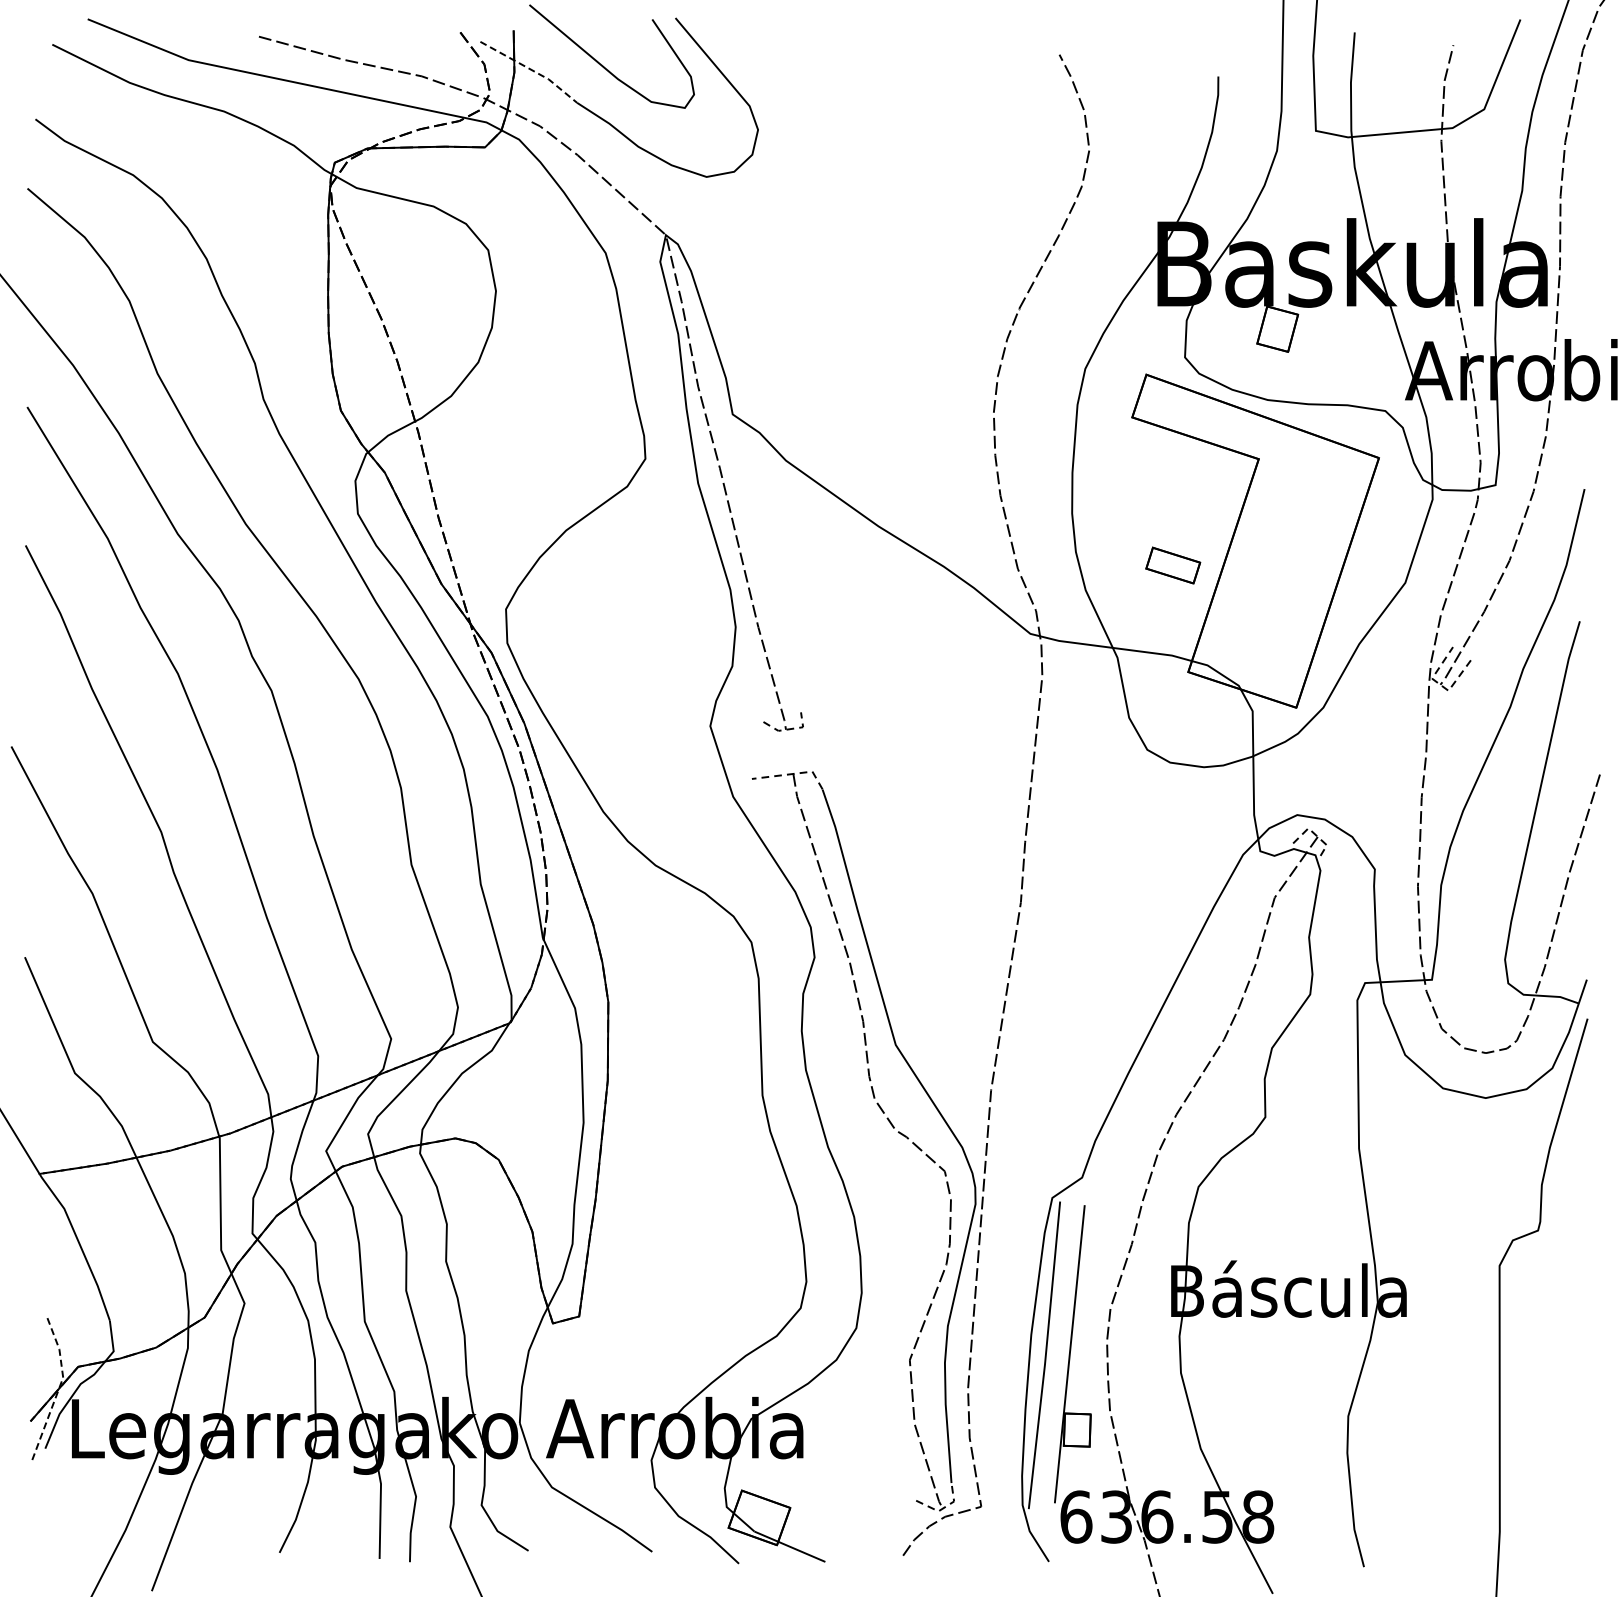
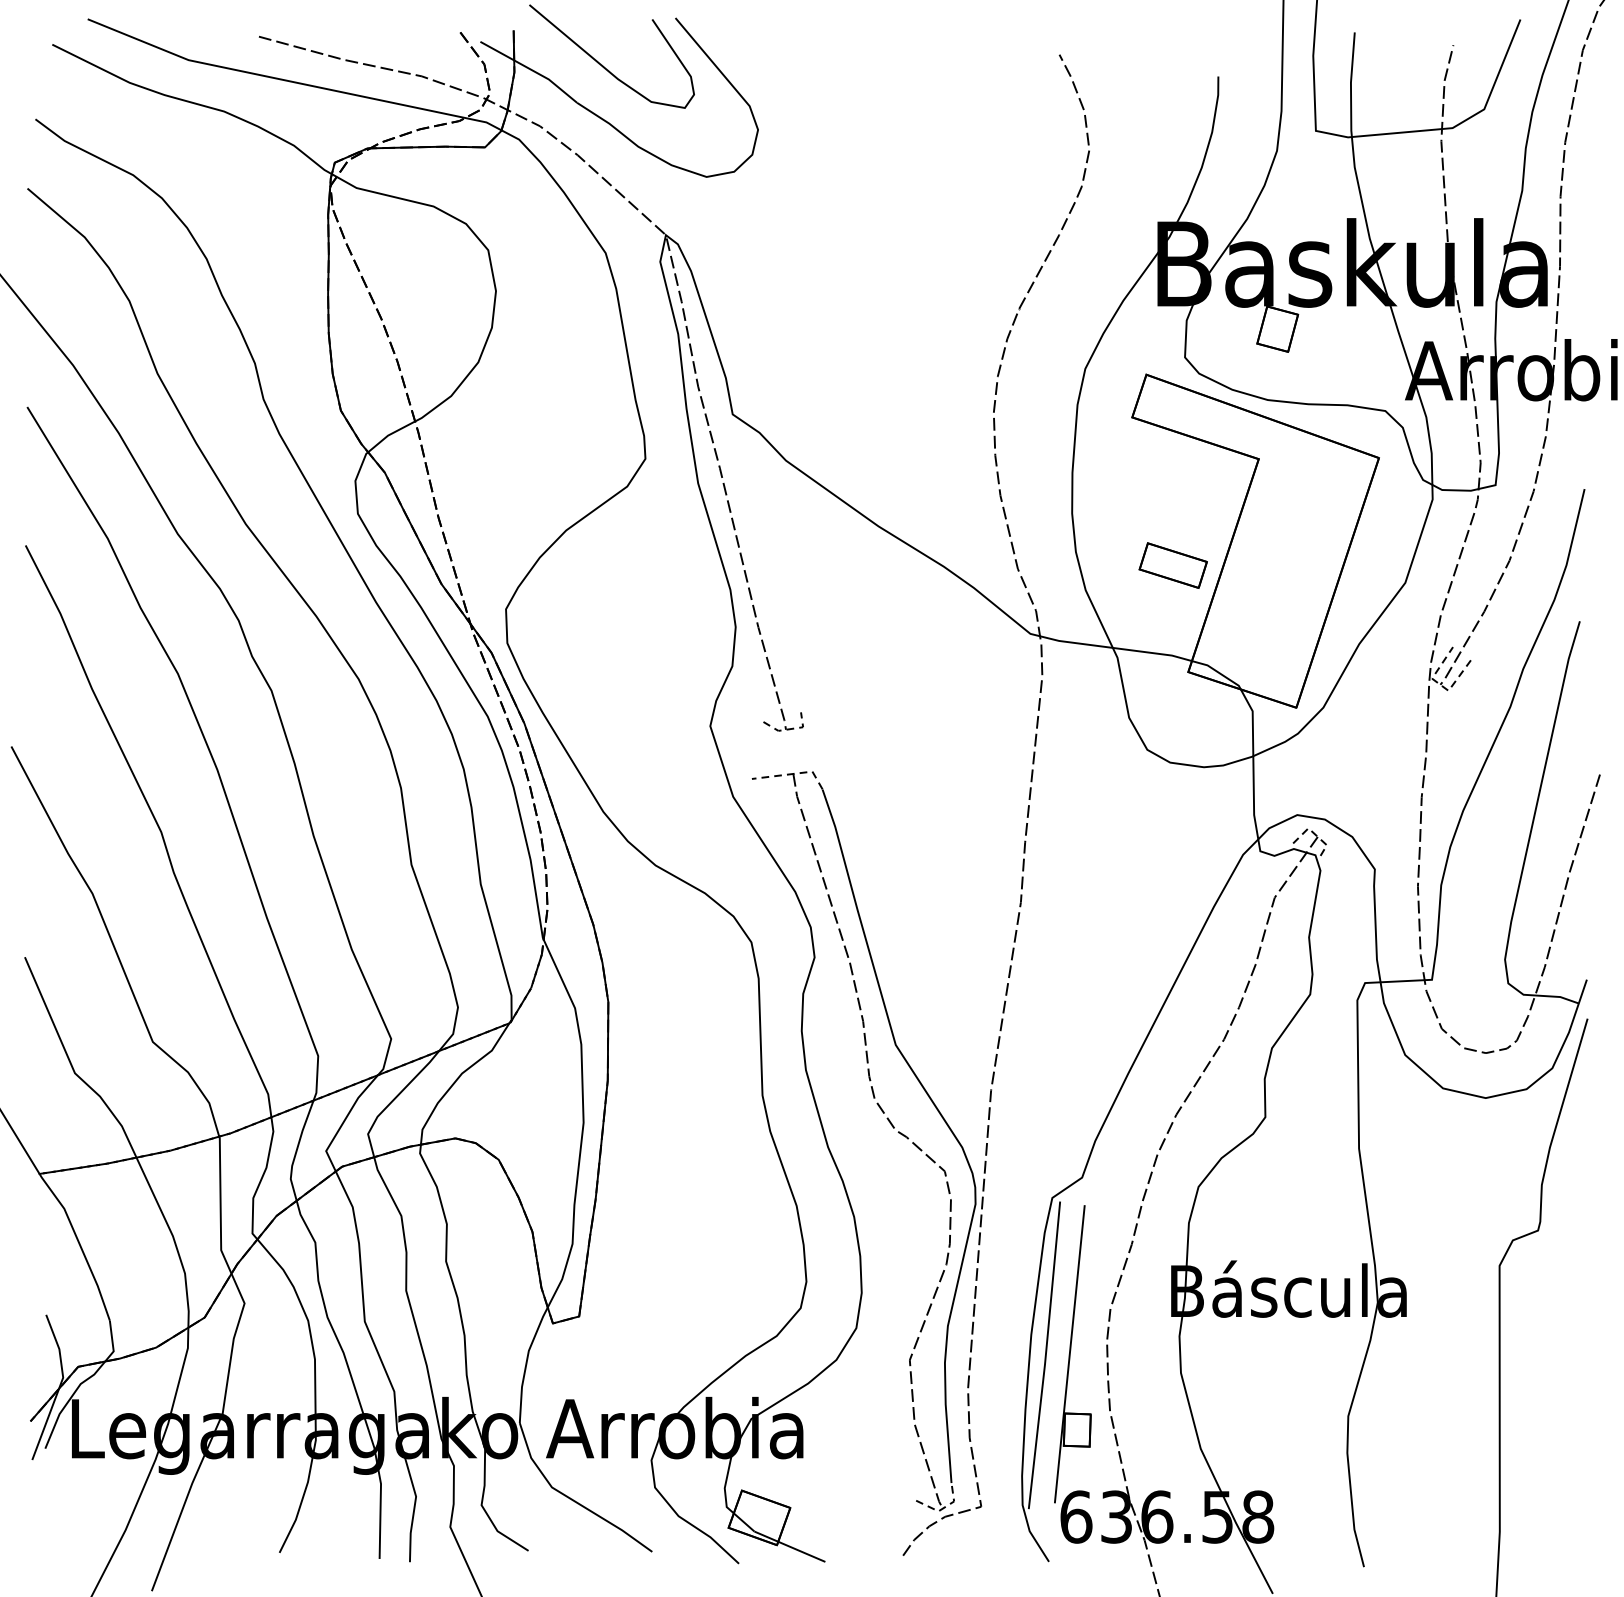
line at (531, 69): dashed -> solid
part at (1173, 565) size: 57x39 px -> 70x47 px
line at (59, 1387): dashed -> solid
